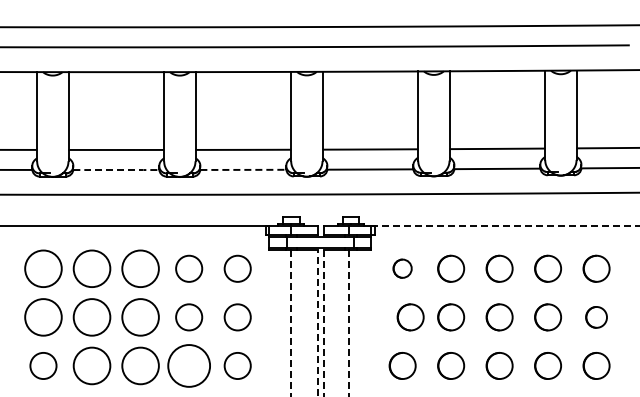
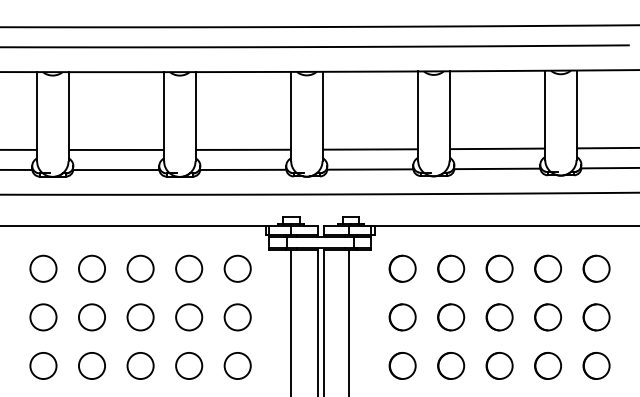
line at (244, 169): dashed -> solid
line at (116, 170): dashed -> solid
line at (505, 225): dashed -> solid
circle at (43, 268) diameter: 37 px -> 26 px
circle at (91, 268) diameter: 37 px -> 26 px
circle at (140, 268) diameter: 37 px -> 26 px
circle at (402, 268) size: 21x21 px -> 29x29 px
circle at (43, 317) diameter: 37 px -> 26 px
circle at (91, 317) diameter: 37 px -> 26 px
circle at (140, 317) diameter: 37 px -> 26 px
circle at (410, 317) position: (410, 317) -> (402, 317)
circle at (596, 317) size: 23x23 px -> 29x29 px
line at (317, 323): dashed -> solid
line at (291, 324): dashed -> solid
line at (324, 324): dashed -> solid
line at (349, 324): dashed -> solid
circle at (91, 365) diameter: 37 px -> 26 px
circle at (140, 365) diameter: 37 px -> 26 px
circle at (189, 365) diameter: 42 px -> 26 px
